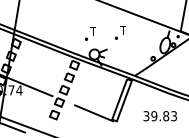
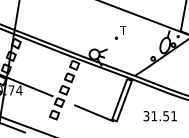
part at (89, 33): present -> none
text at (163, 116): 39.83 -> 31.51
